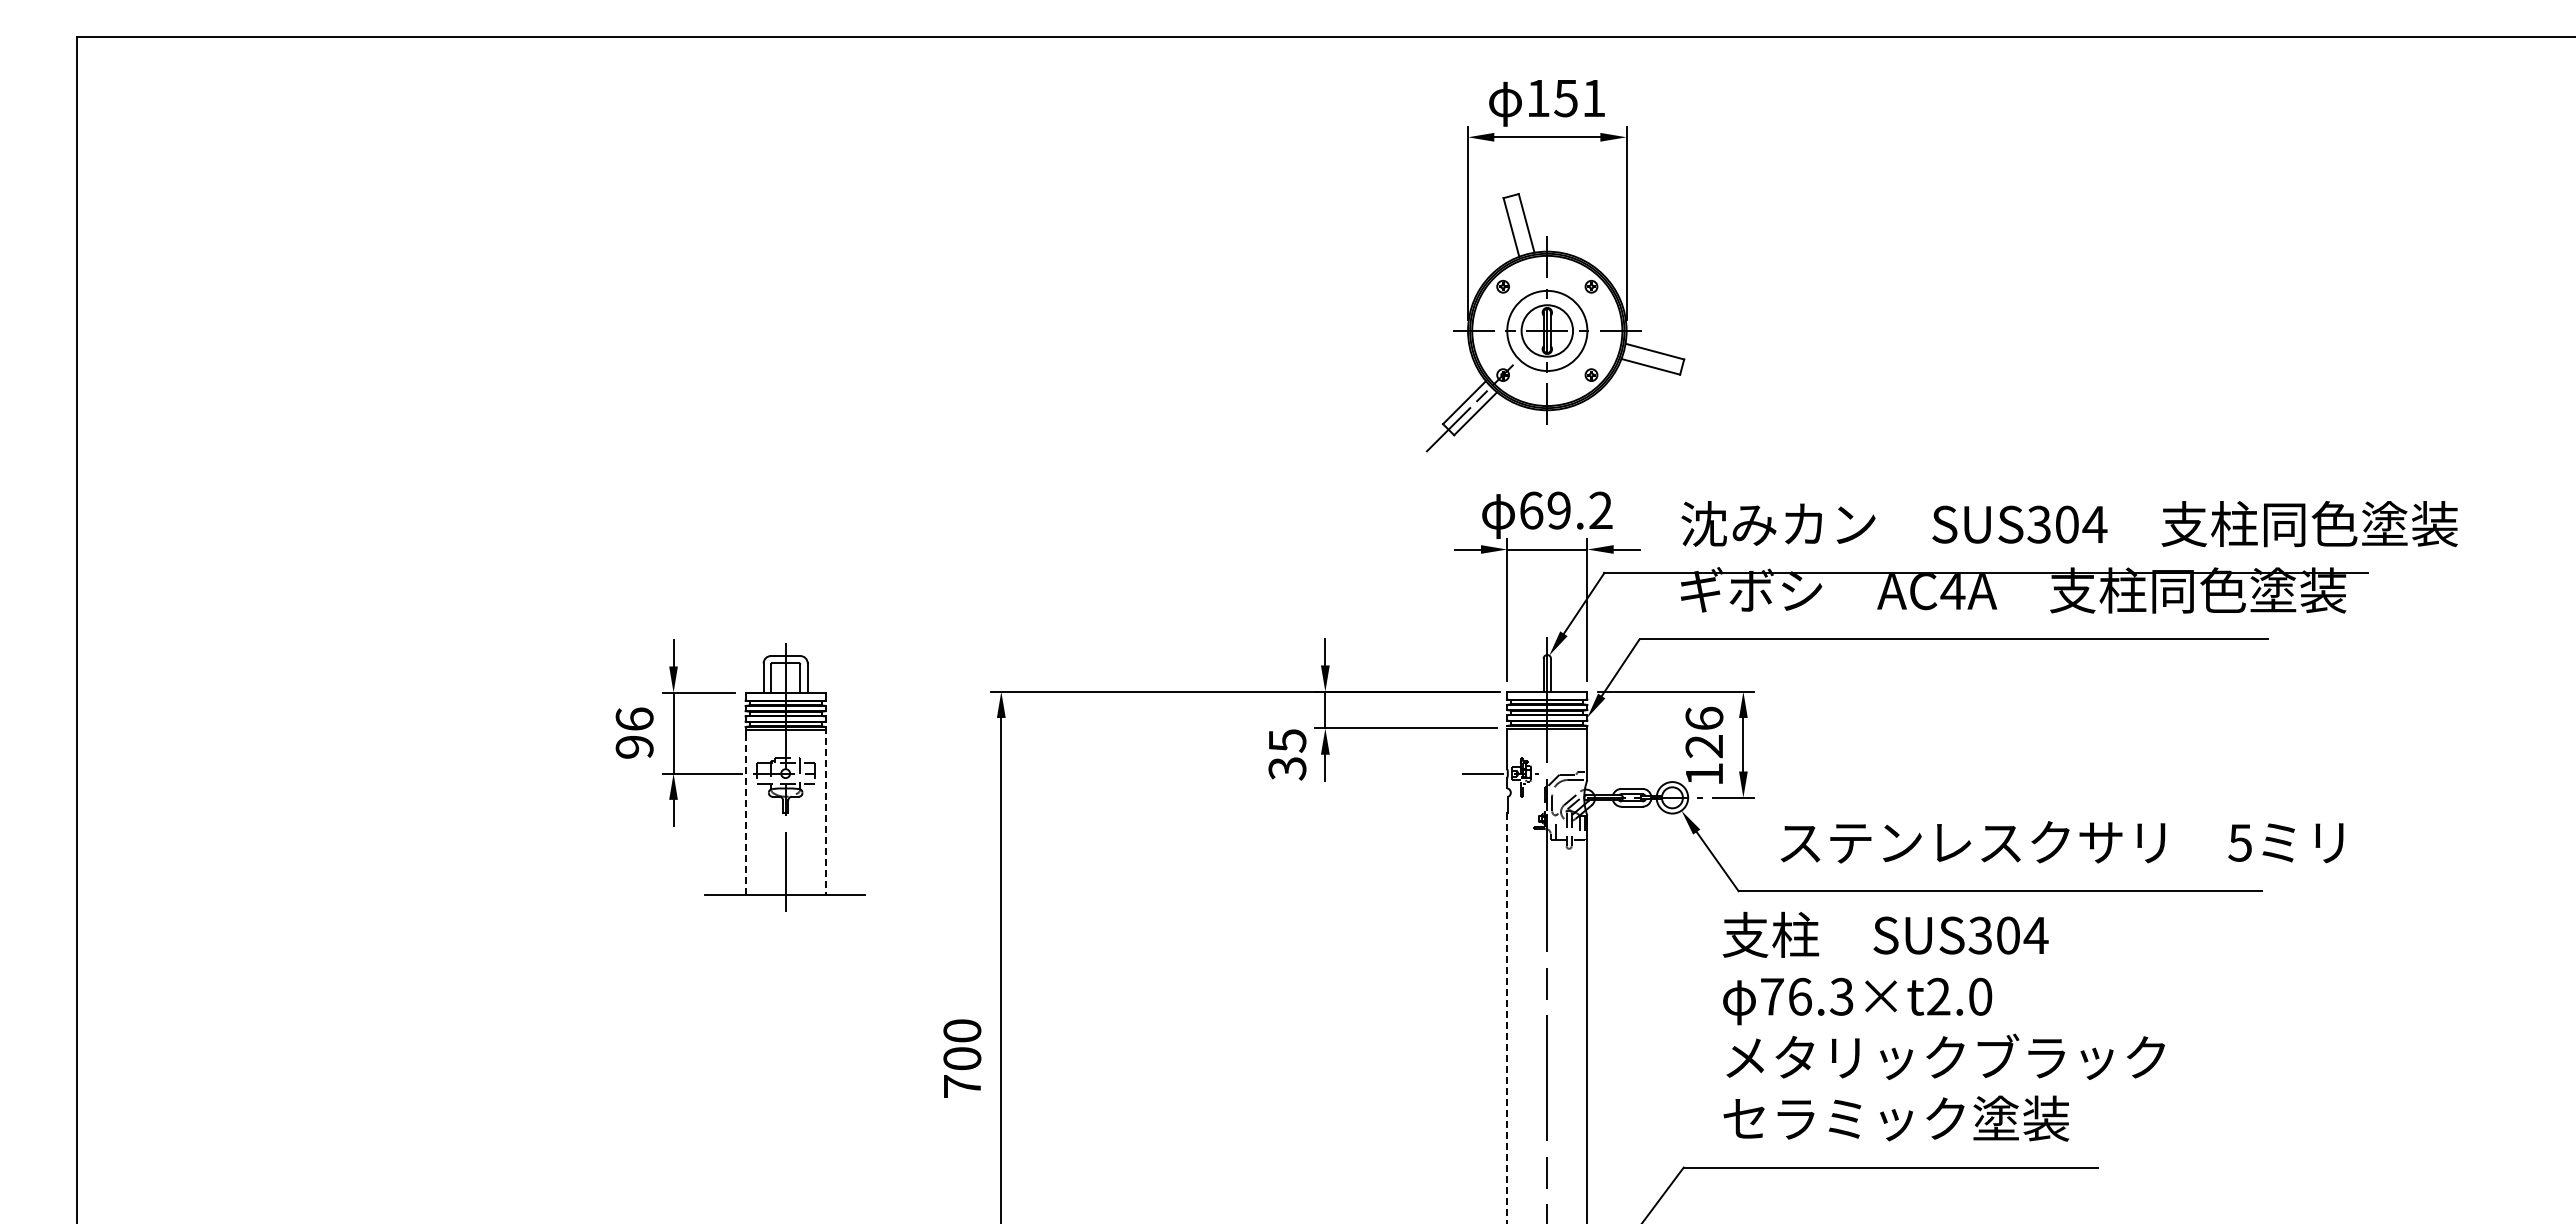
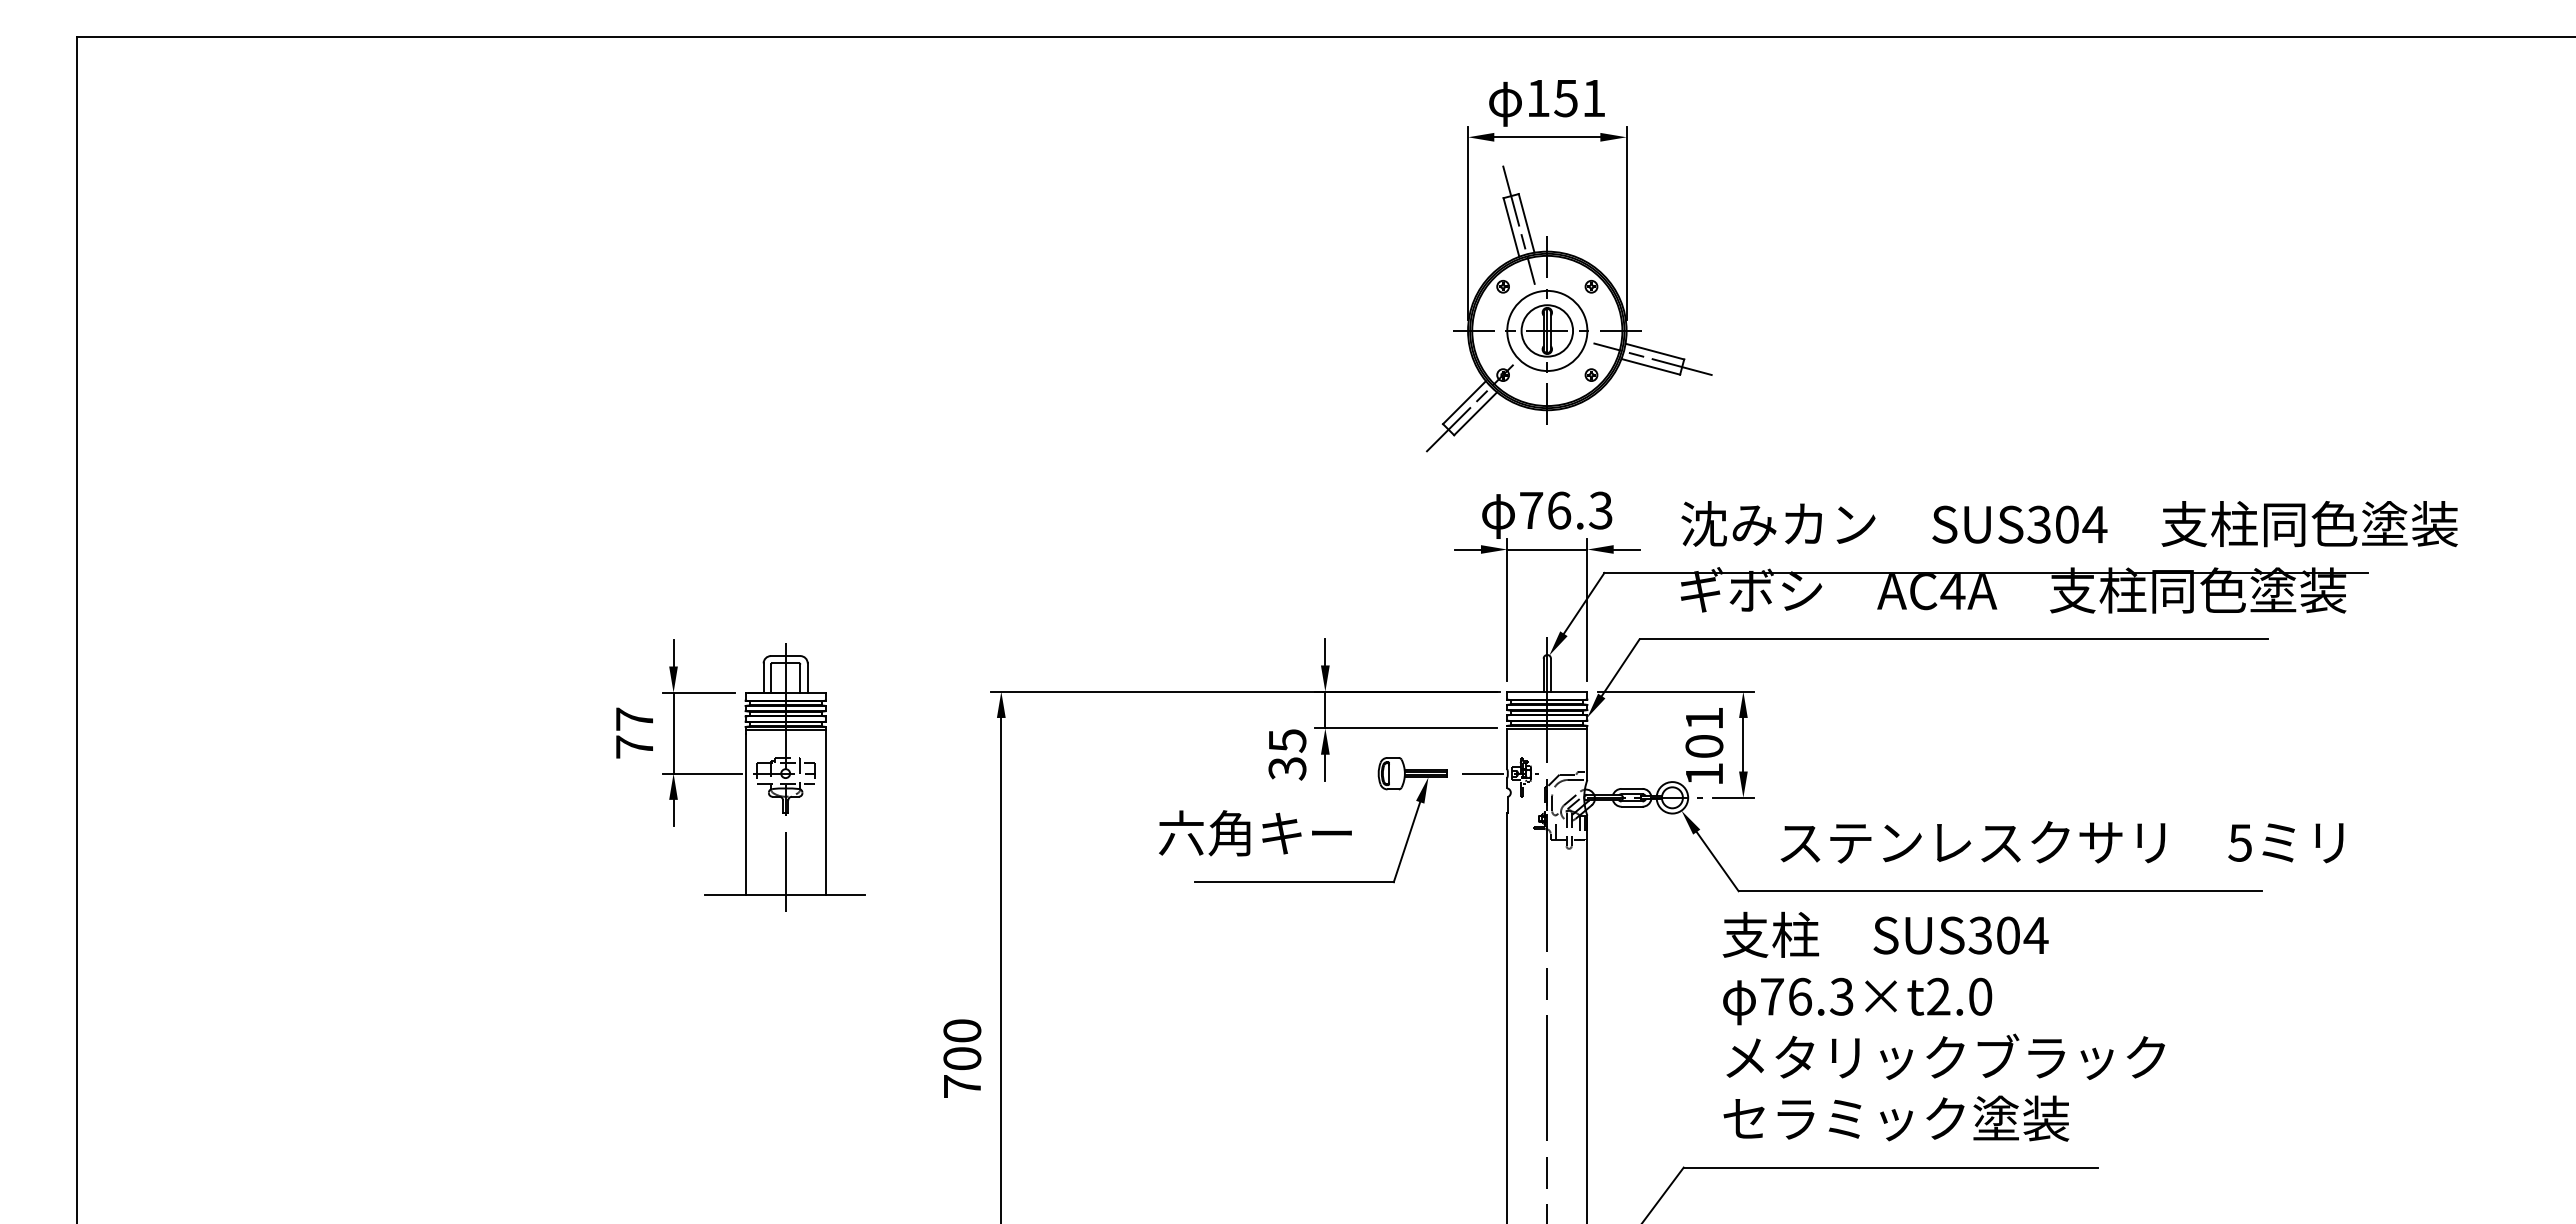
line at (1518, 224): none -> present
line at (1652, 359): none -> present
text at (1566, 510): 69.2 -> 76.3
text at (634, 732): 96 -> 77
text at (1704, 732): 126 -> 101
line at (825, 810): dashed -> solid
line at (745, 814): dashed -> solid
part at (1297, 821): none -> present
line at (1507, 1018): dashed -> solid
